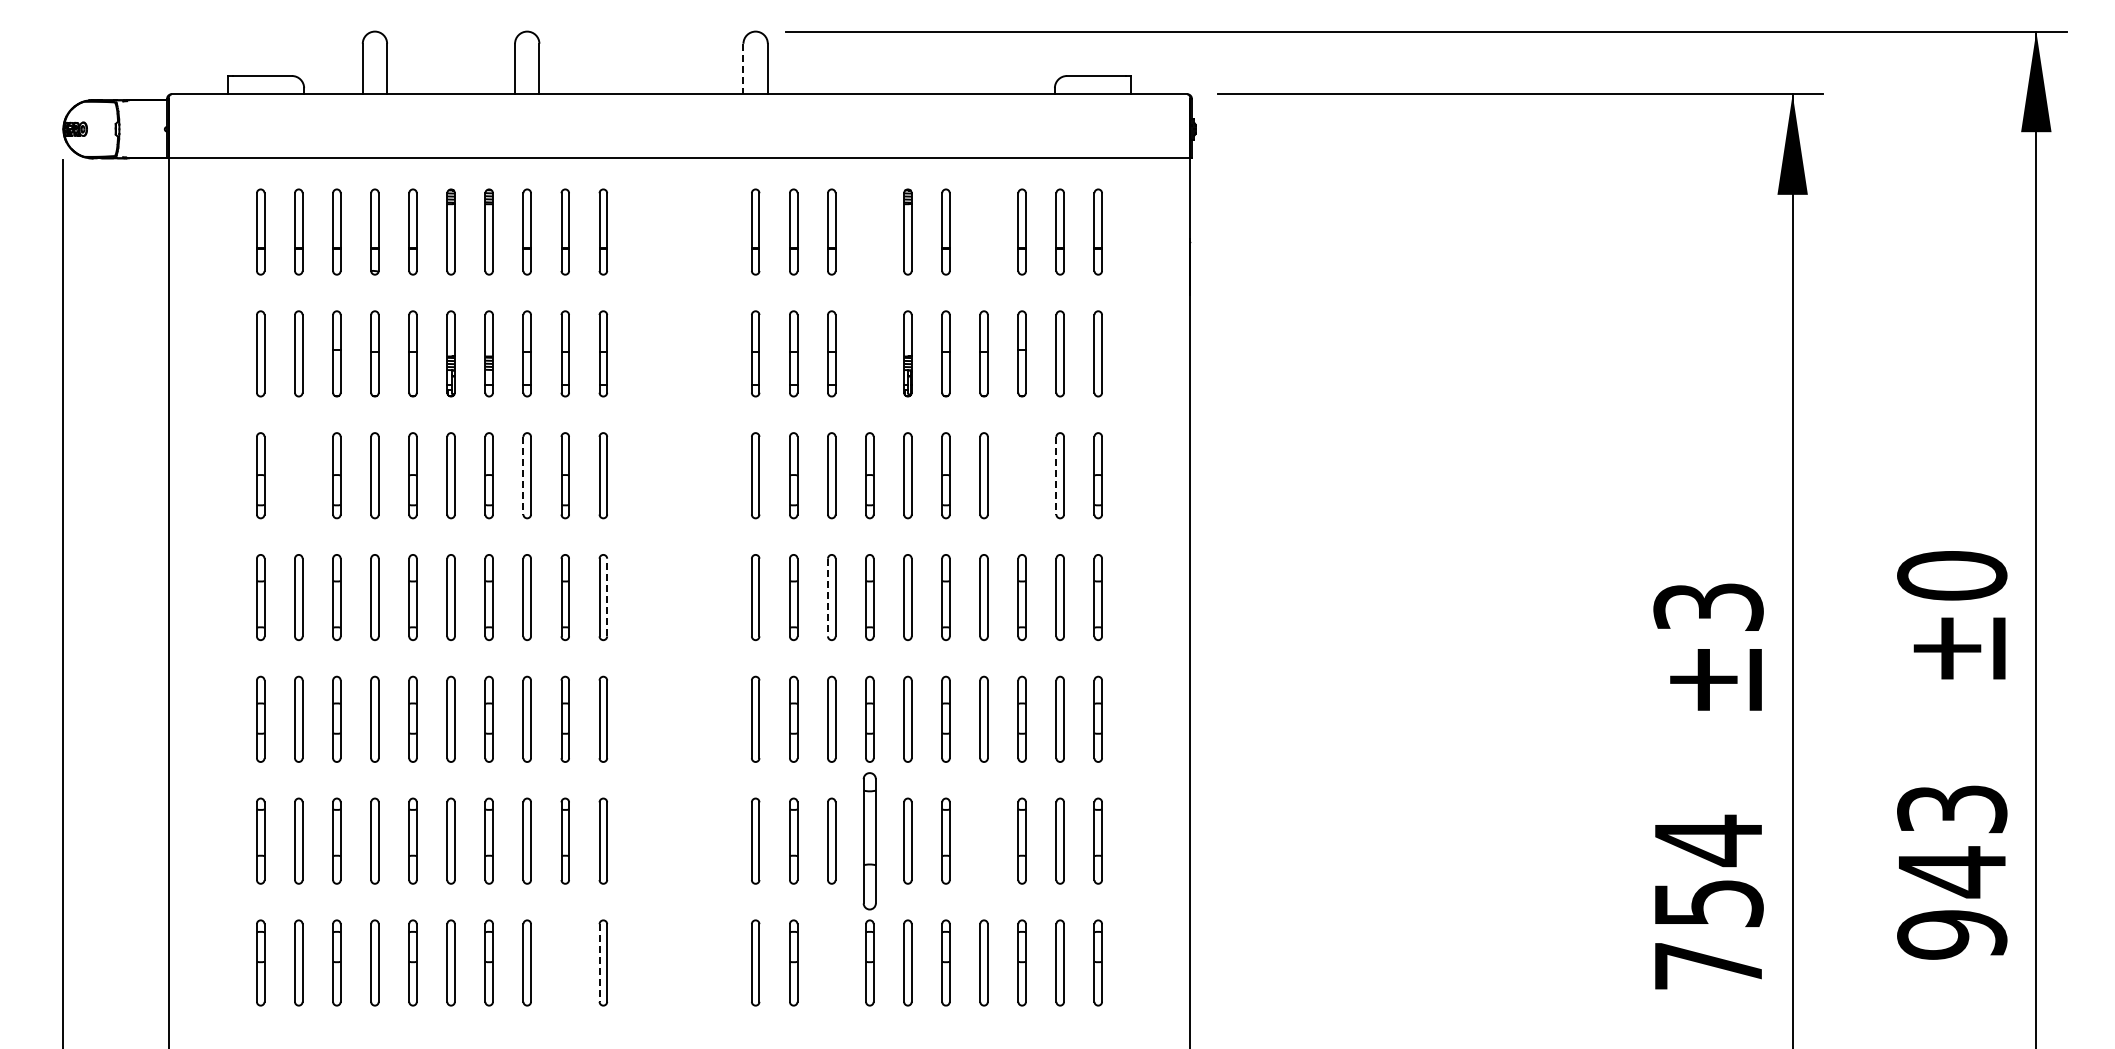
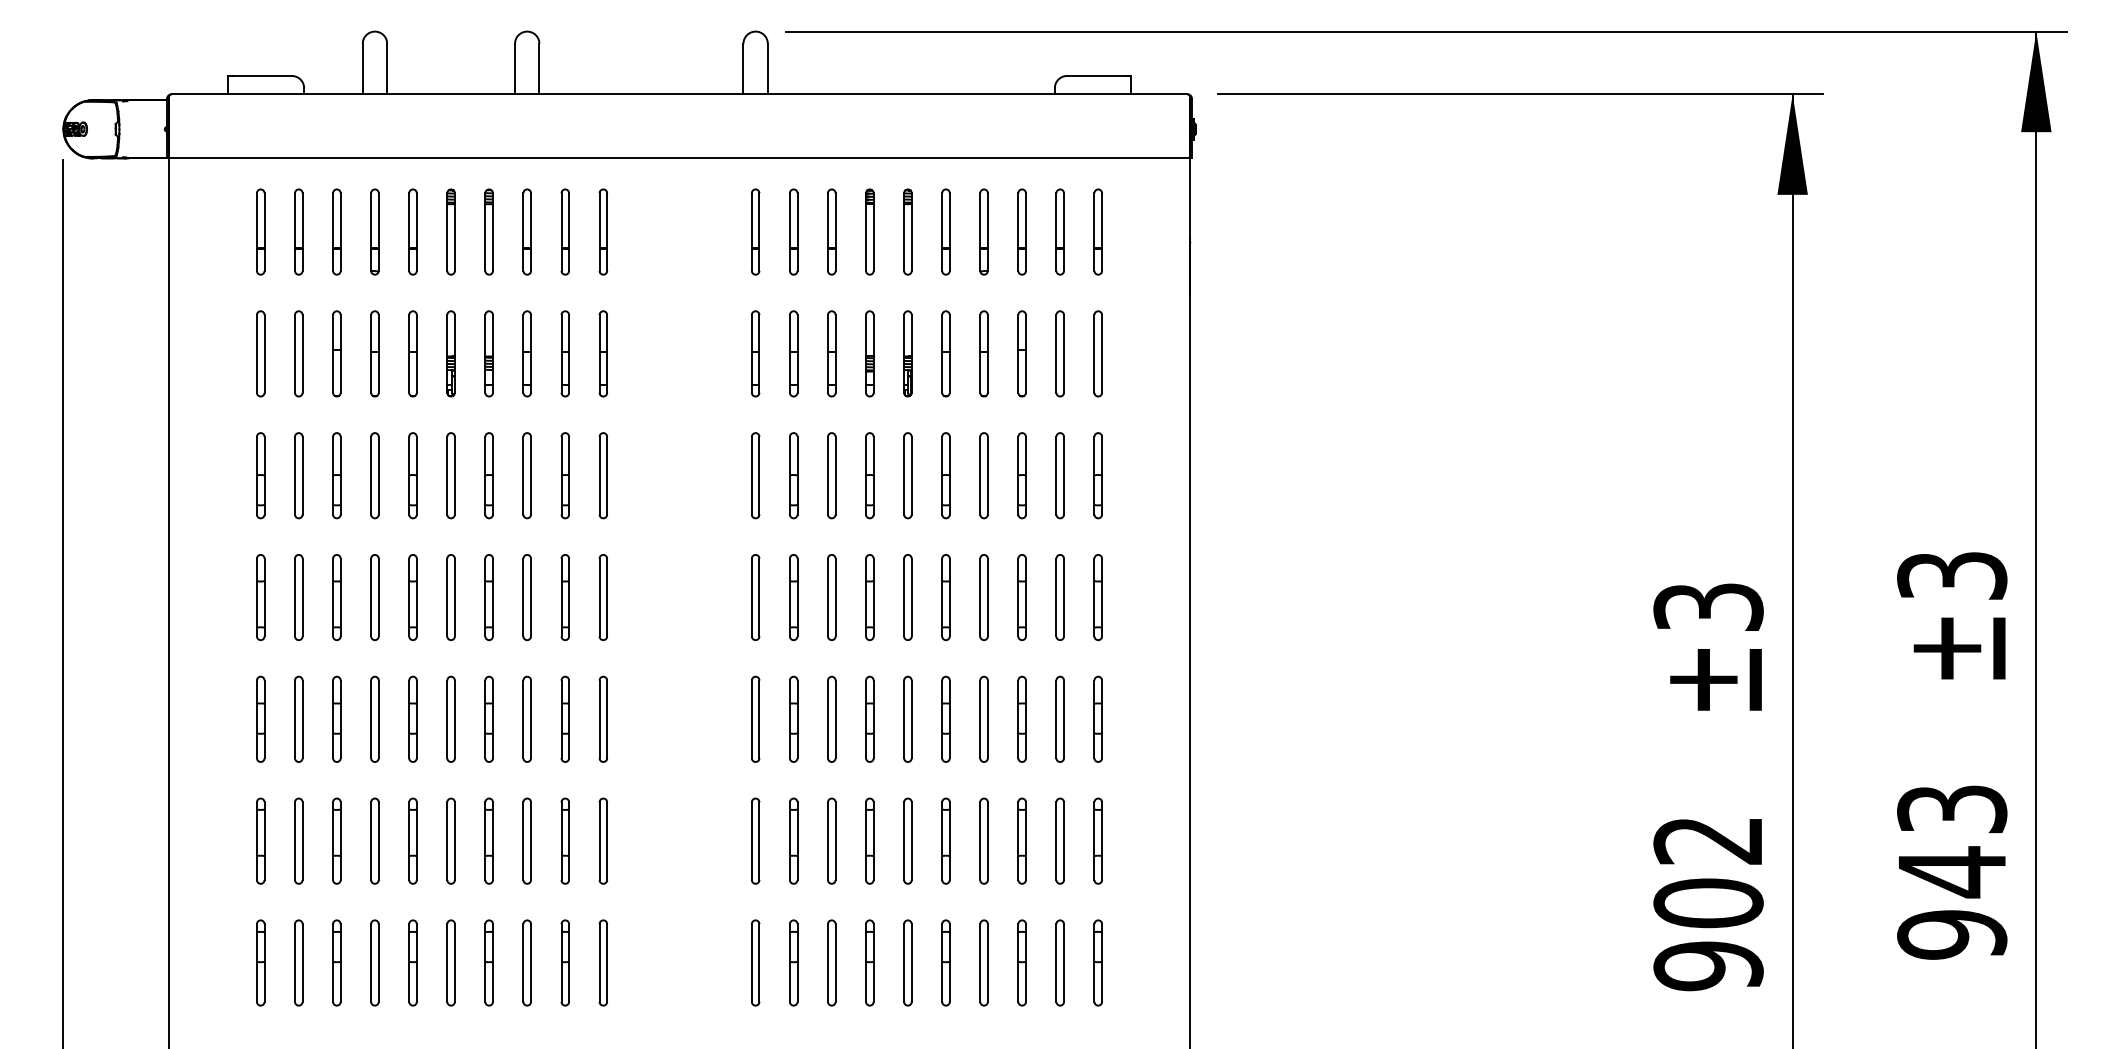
line at (743, 69): dashed -> solid
part at (869, 231): none -> present
part at (983, 231): none -> present
part at (869, 353): none -> present
part at (298, 475): none -> present
line at (523, 475): dashed -> solid
part at (1021, 475): none -> present
line at (1056, 475): dashed -> solid
text at (1952, 575): ±0 -> ±3
line at (607, 597): dashed -> solid
line at (827, 597): dashed -> solid
part at (983, 840): none -> present
part at (869, 841) size: 15x139 px -> 10x88 px
text at (1708, 902): 754 -> 902
part at (564, 962): none -> present
part at (831, 962): none -> present
line at (599, 963): dashed -> solid
